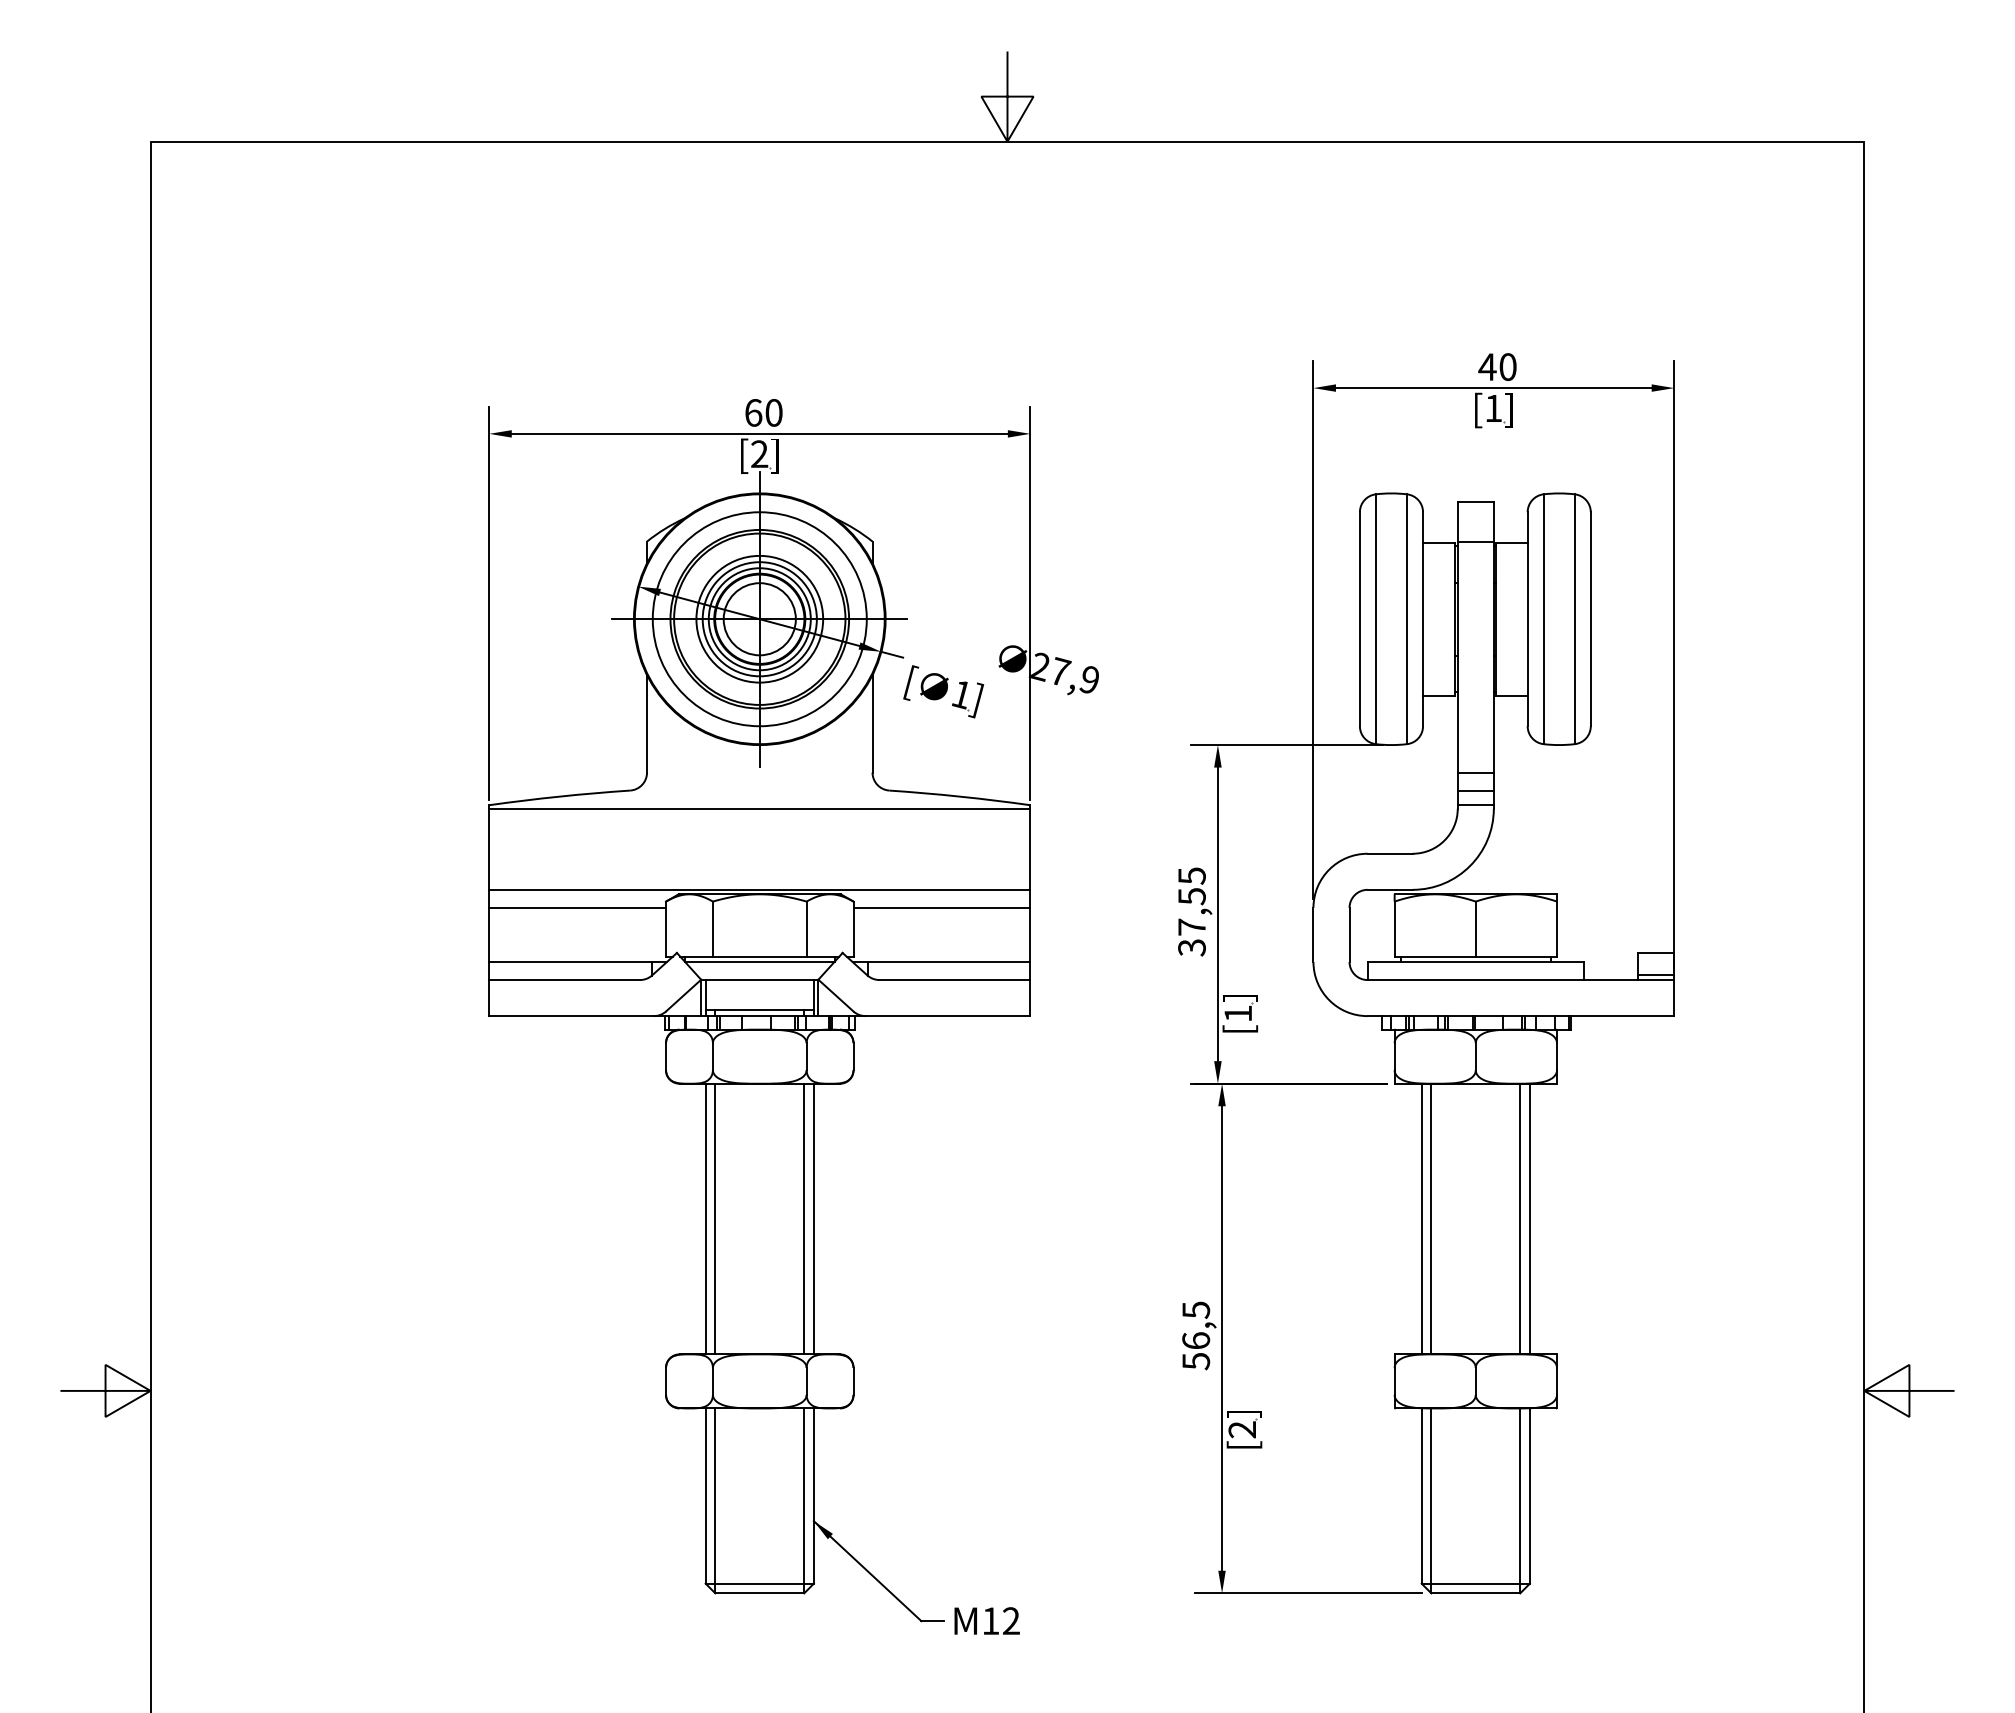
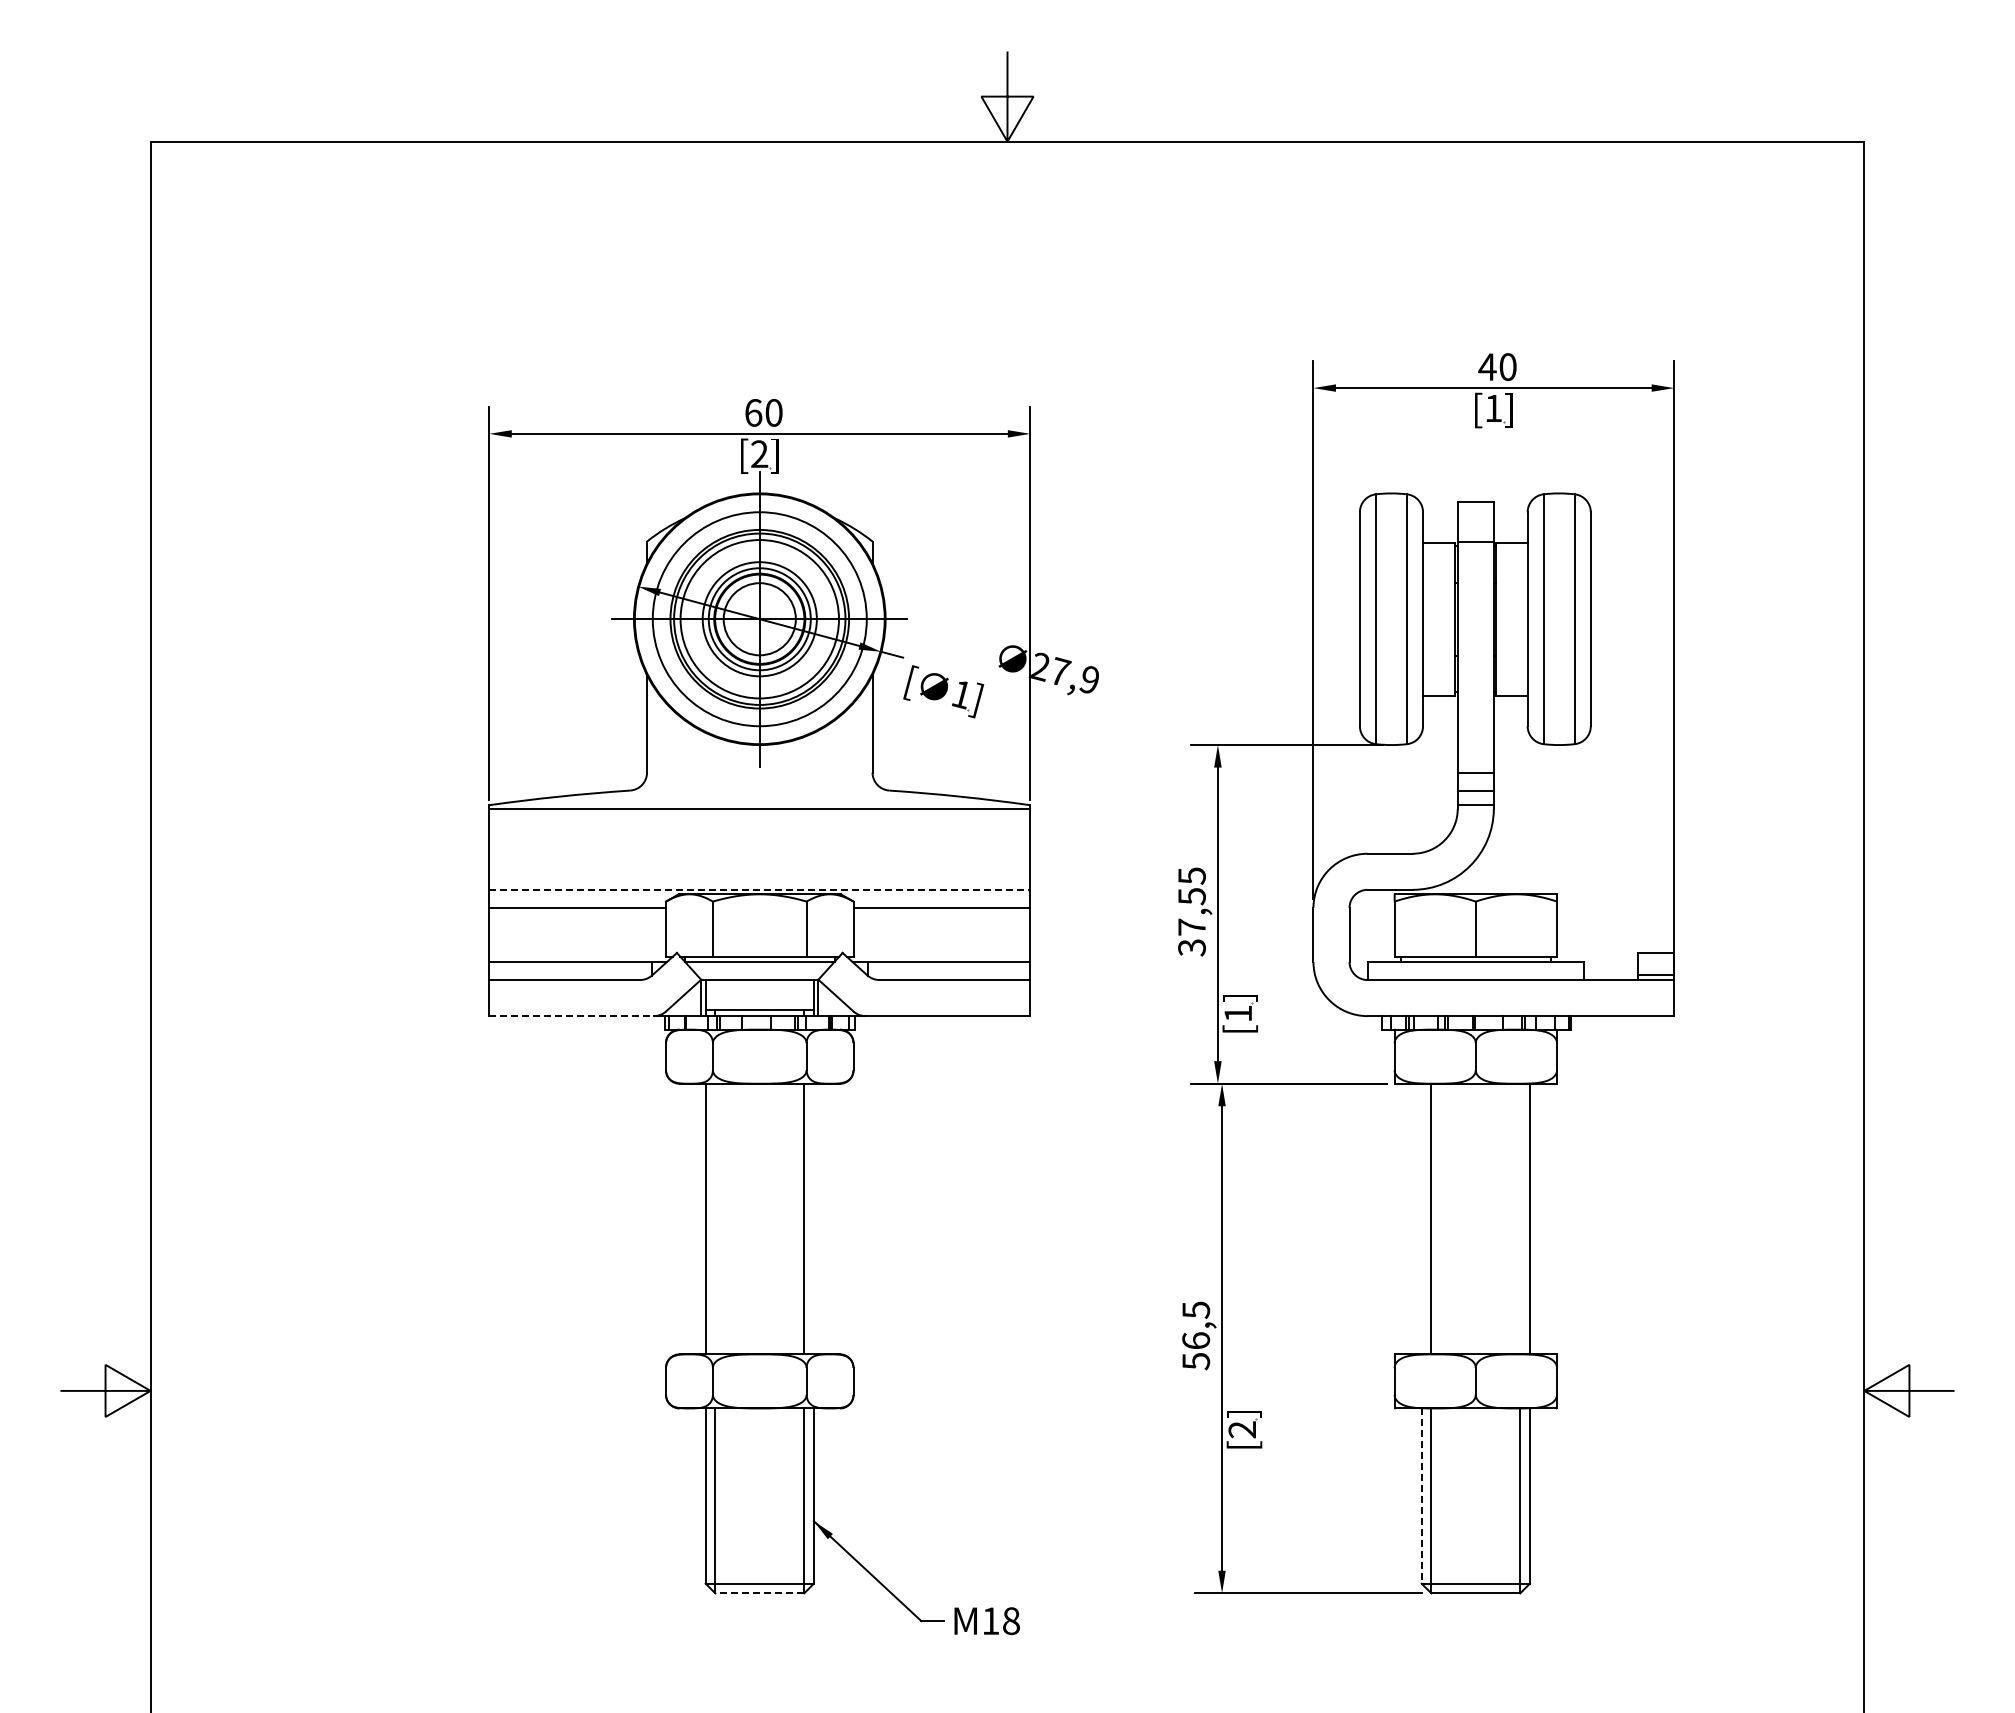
circle at (759, 618) diameter: 127 px -> 158 px
line at (759, 889): solid -> dashed
line at (572, 1016): solid -> dashed
line at (715, 1218): present -> none
line at (813, 1218): present -> none
line at (1421, 1218): present -> none
line at (1520, 1218): present -> none
line at (1421, 1496): solid -> dashed
line at (759, 1593): solid -> dashed
text at (1011, 1621): M12 -> M18
